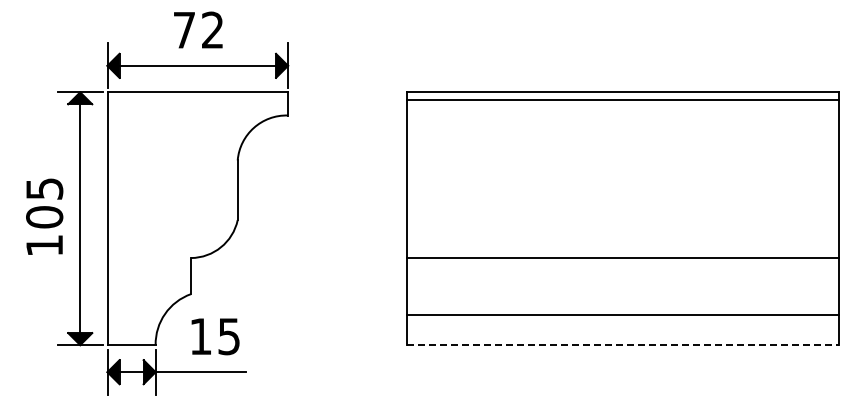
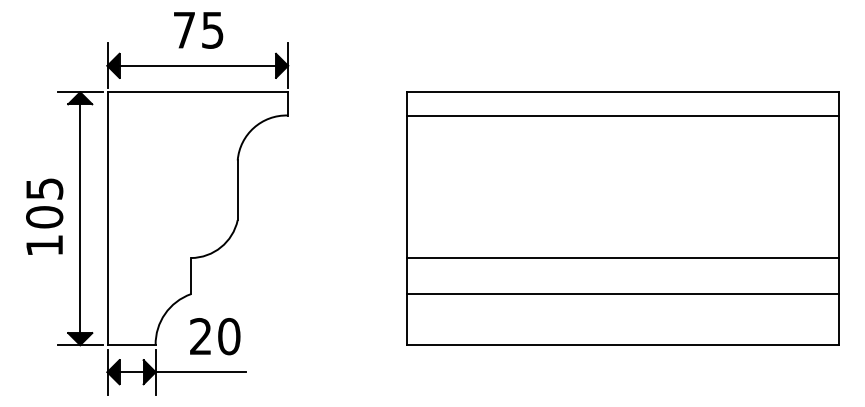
text at (212, 29): 72 -> 75
line at (623, 99) position: (623, 99) -> (623, 115)
line at (623, 315) position: (623, 315) -> (623, 294)
text at (215, 336): 15 -> 20
line at (623, 345): dashed -> solid
